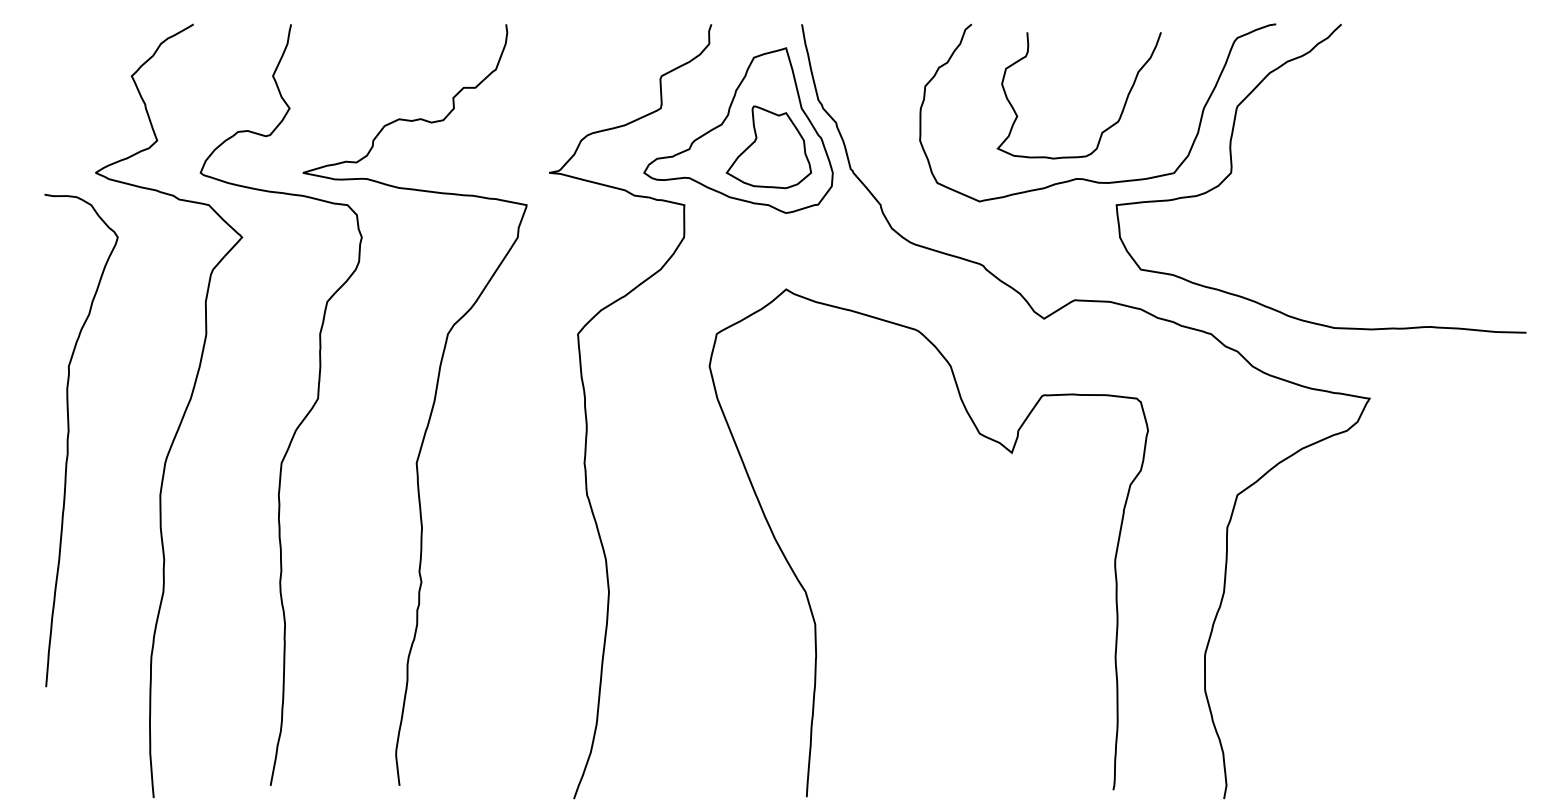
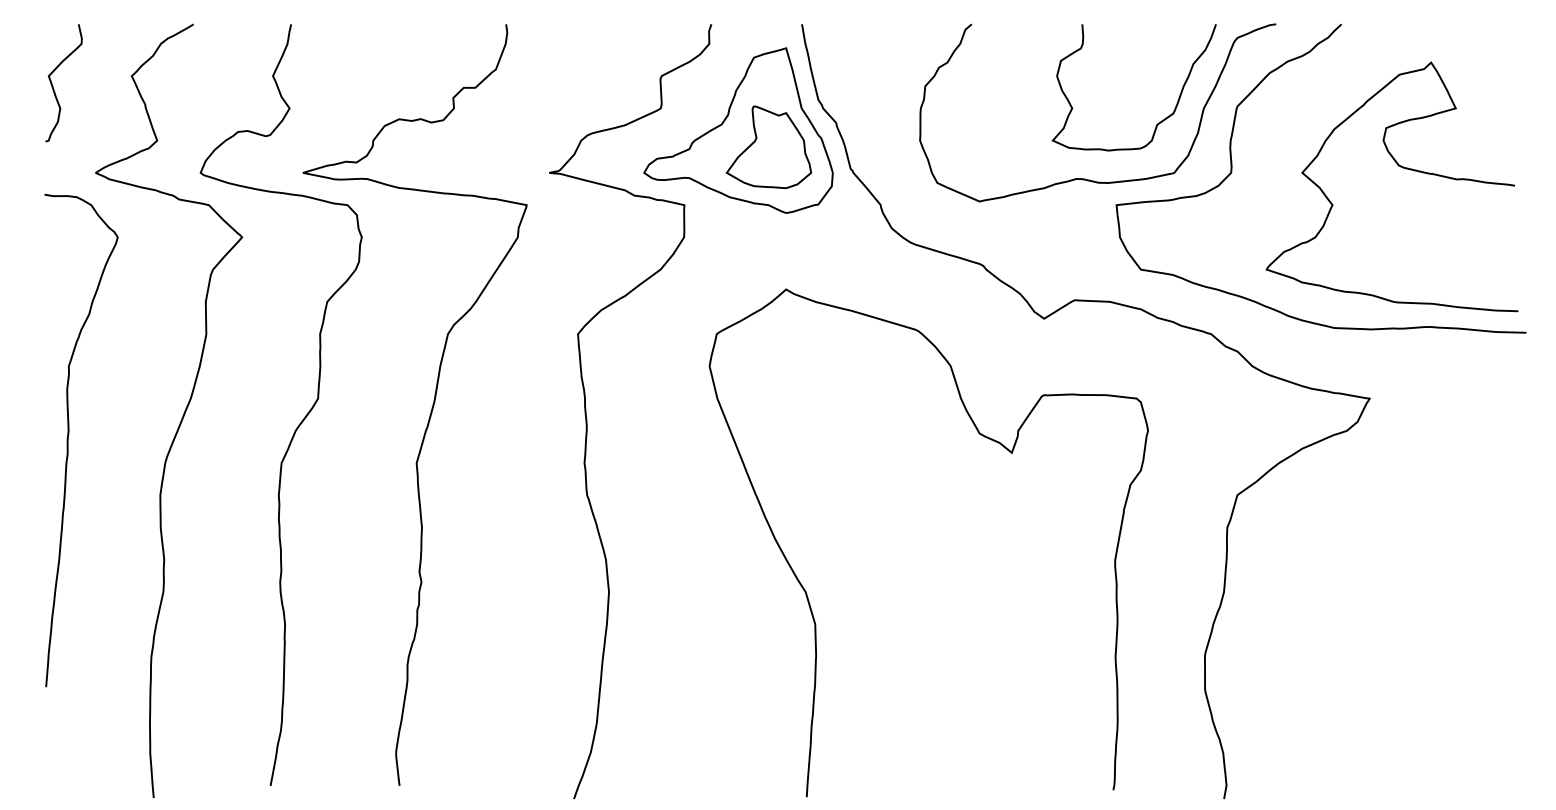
curve at (53, 86): none -> present
part at (1103, 130) position: (1103, 130) -> (1158, 122)
curve at (1400, 167): none -> present
